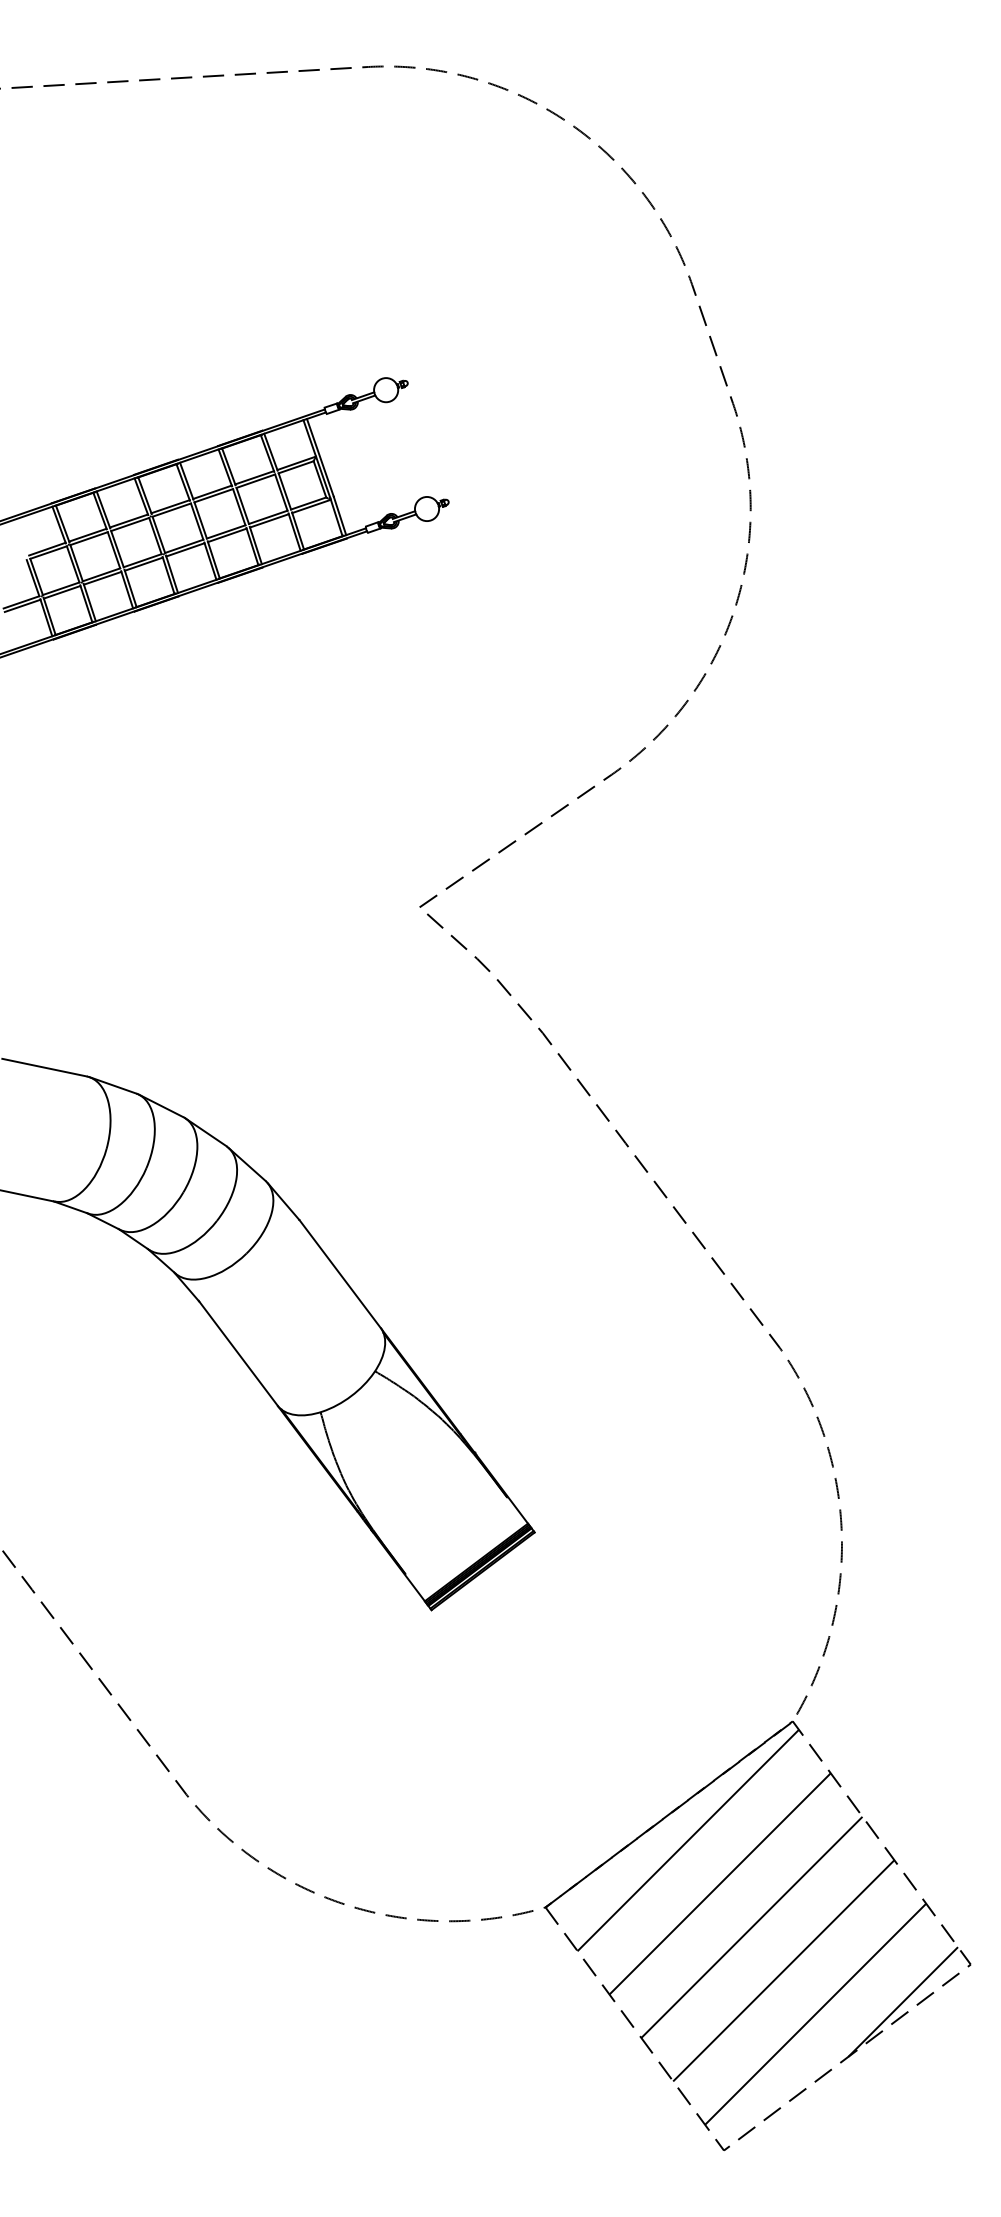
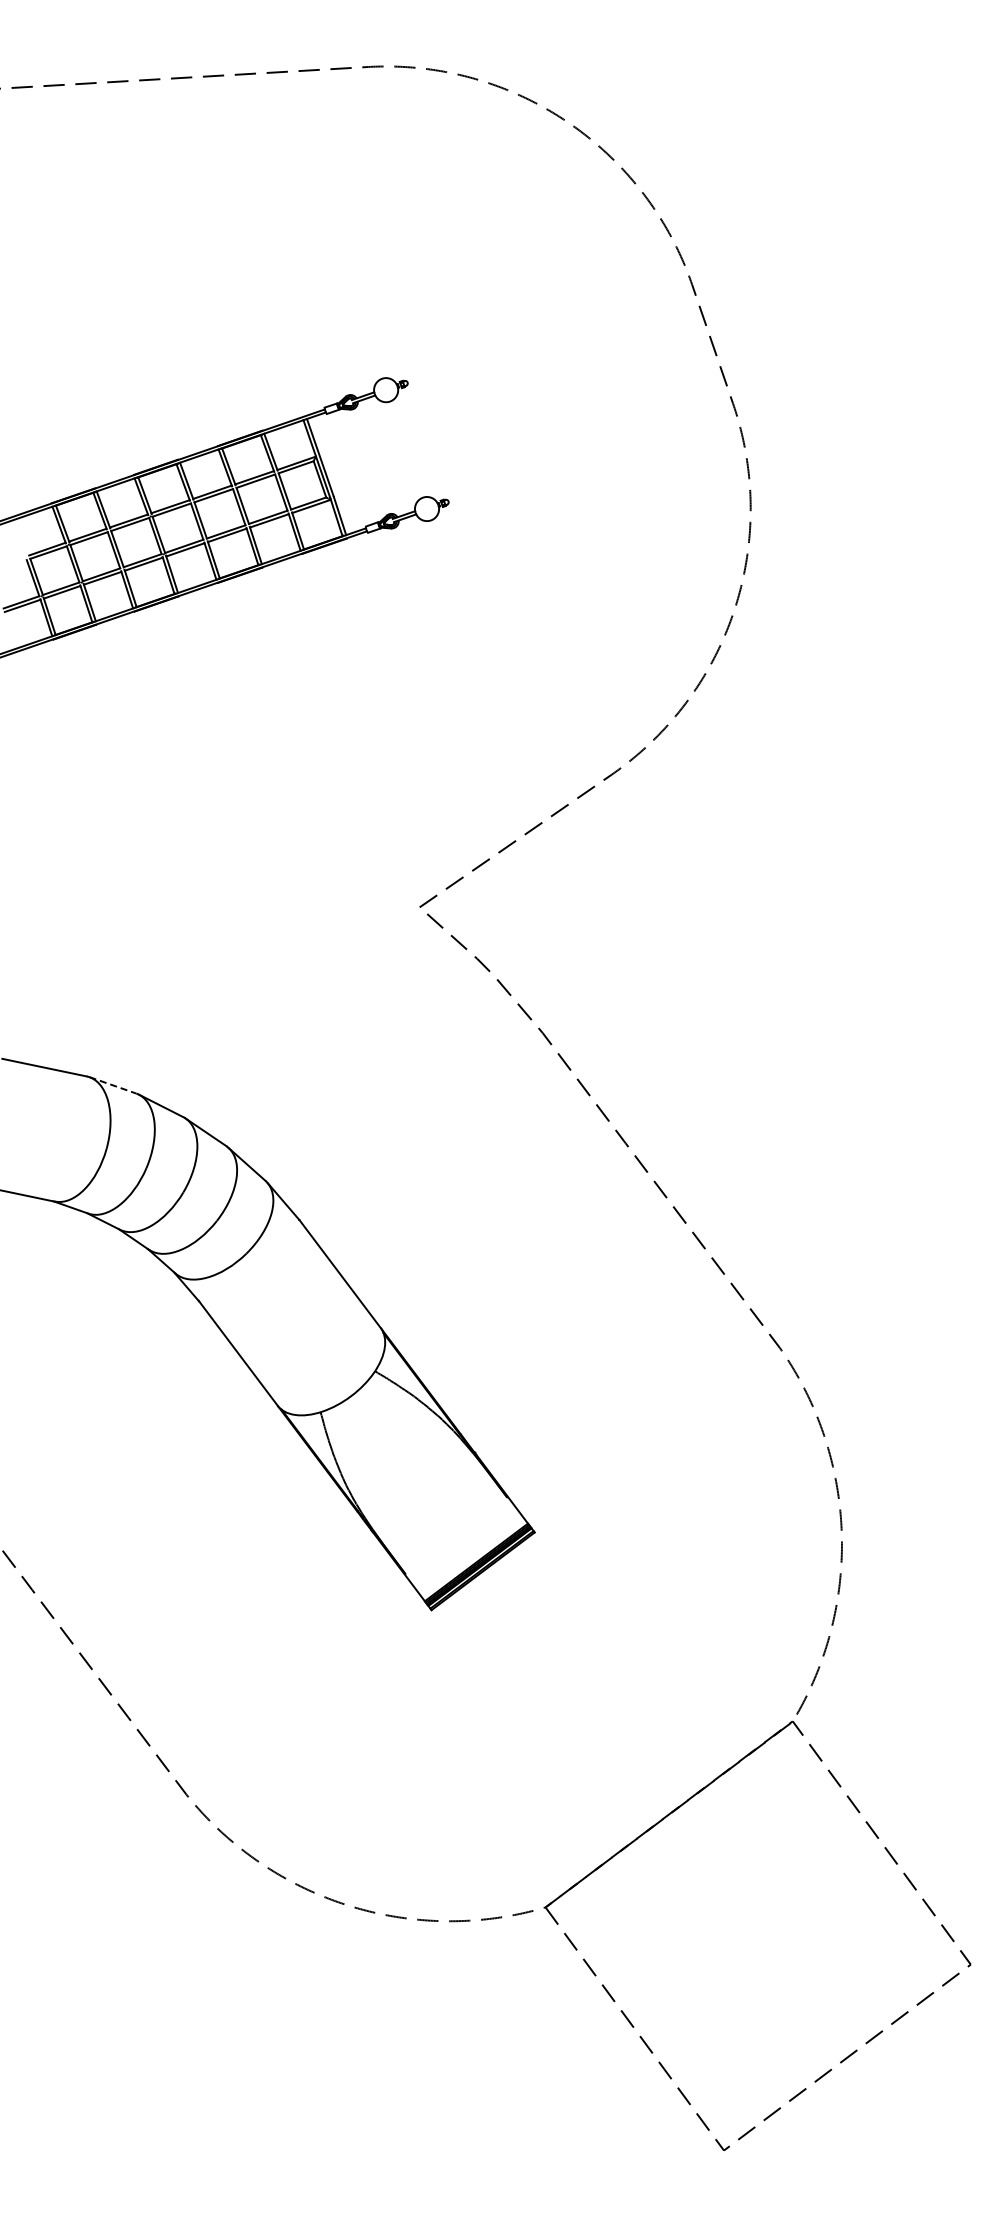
line at (112, 1085): solid -> dashed
hatch at (751, 1926): present -> none
